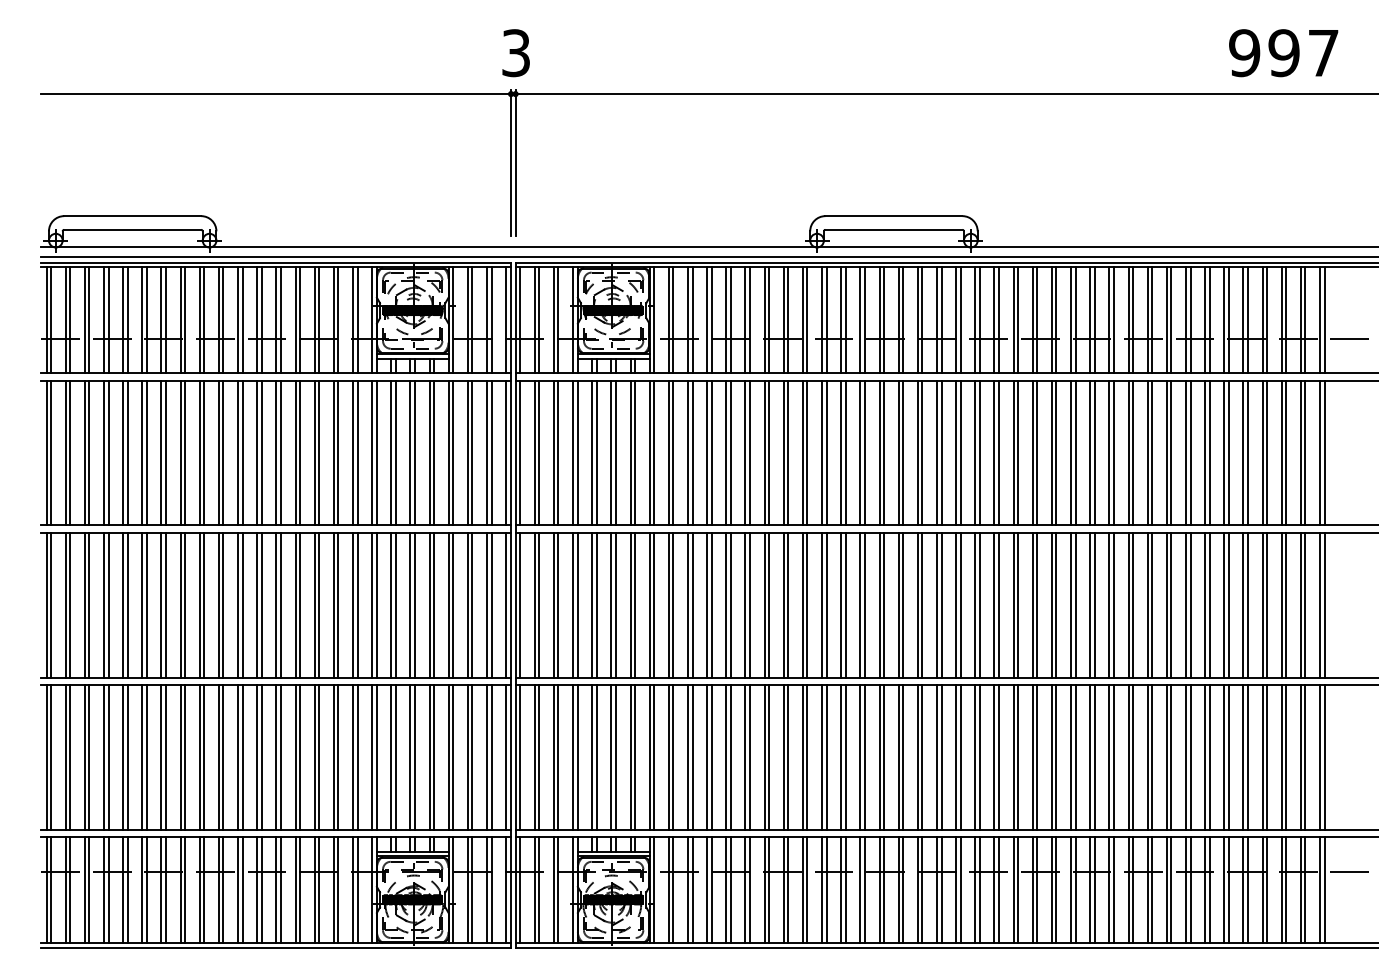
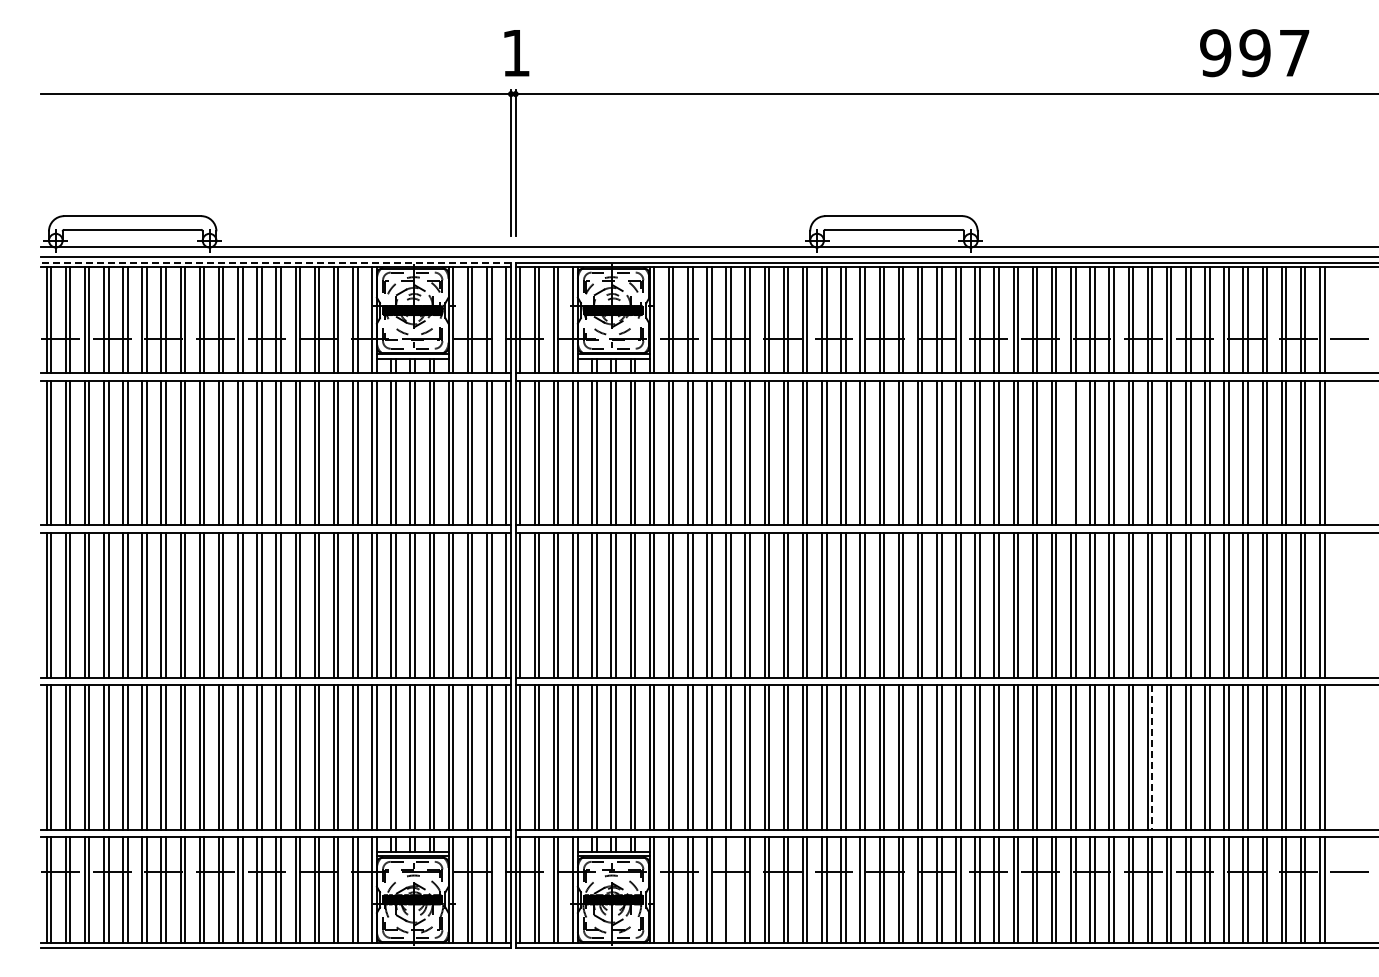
text at (515, 53): 3 -> 1
text at (1283, 53) position: (1283, 53) -> (1254, 53)
line at (276, 262): solid -> dashed
line at (1071, 452): present -> none
line at (1152, 758): solid -> dashed
line at (730, 890): present -> none
